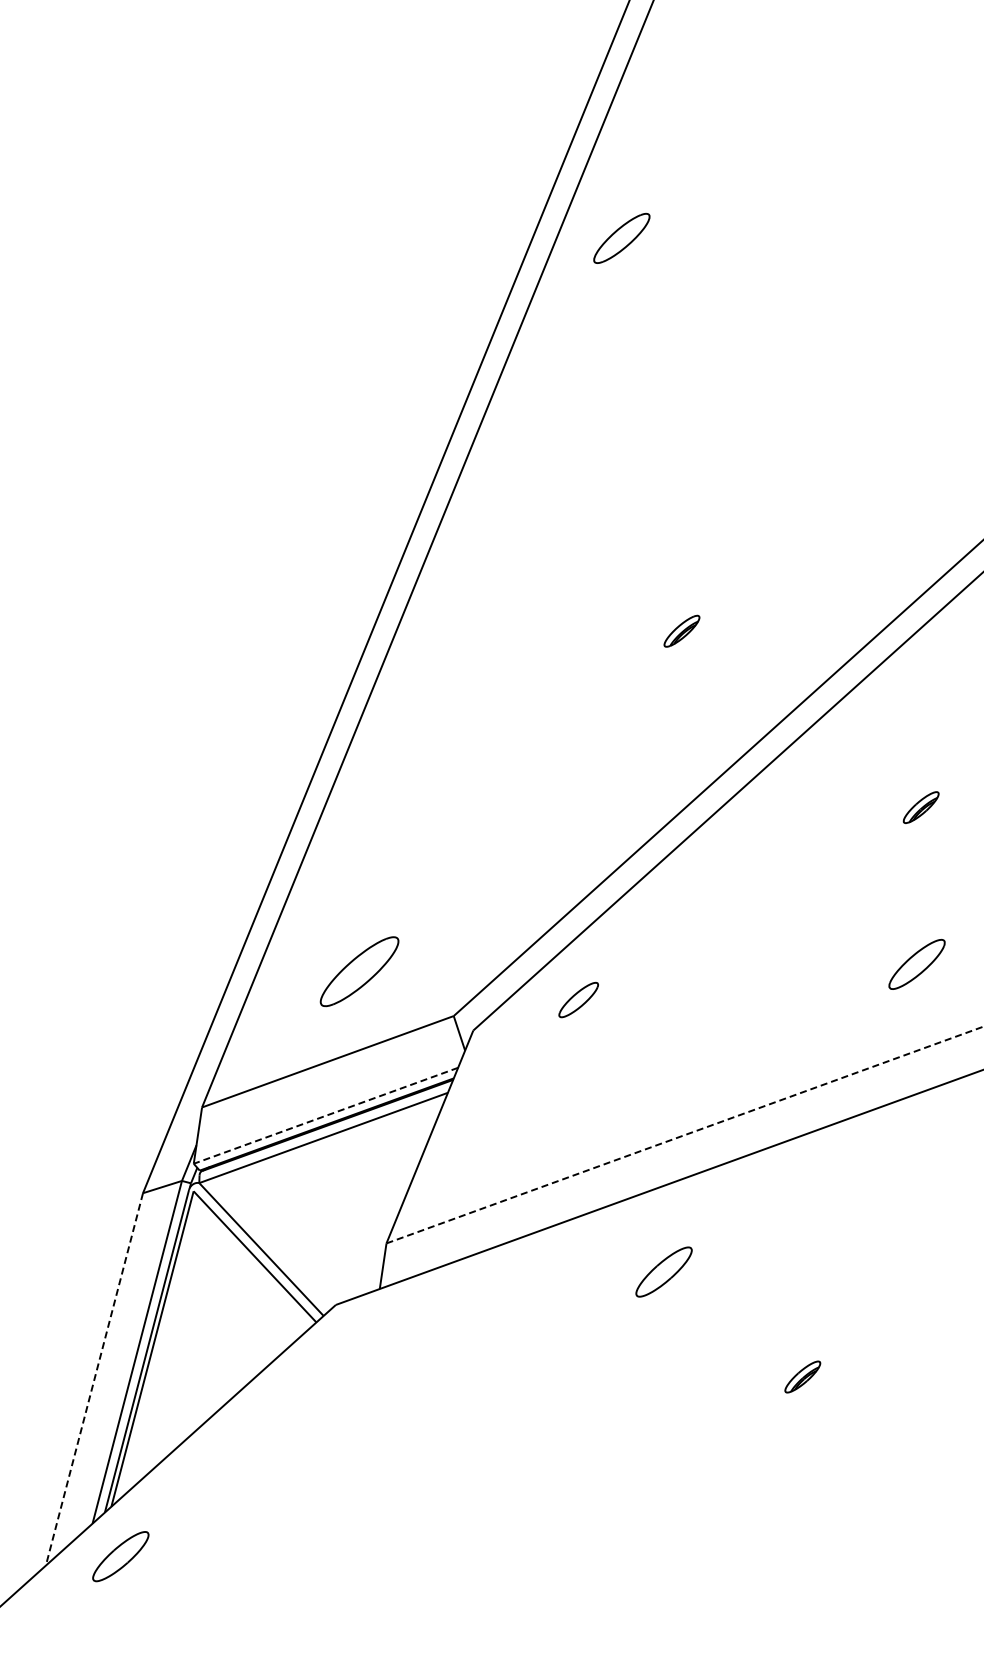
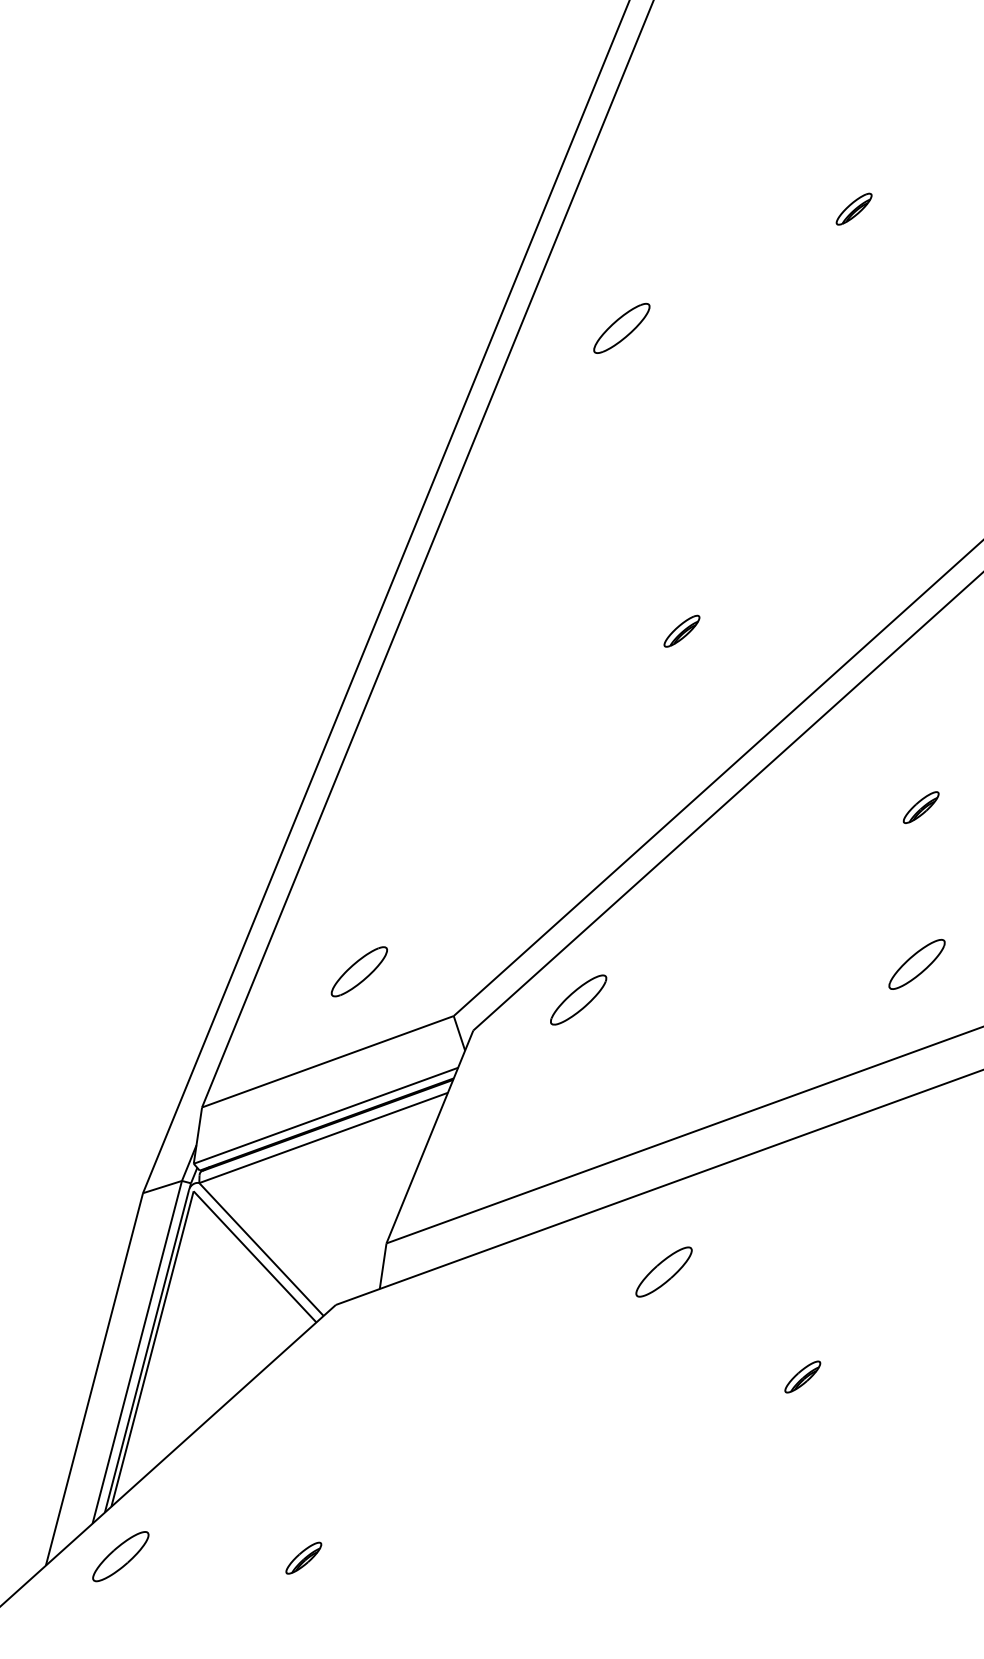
part at (853, 208): none -> present
part at (621, 237) position: (621, 237) -> (621, 327)
part at (359, 971) size: 81x72 px -> 58x52 px
part at (578, 999) size: 41x38 px -> 58x52 px
line at (325, 1115): dashed -> solid
line at (685, 1134): dashed -> solid
line at (94, 1379): dashed -> solid
part at (303, 1557): none -> present
